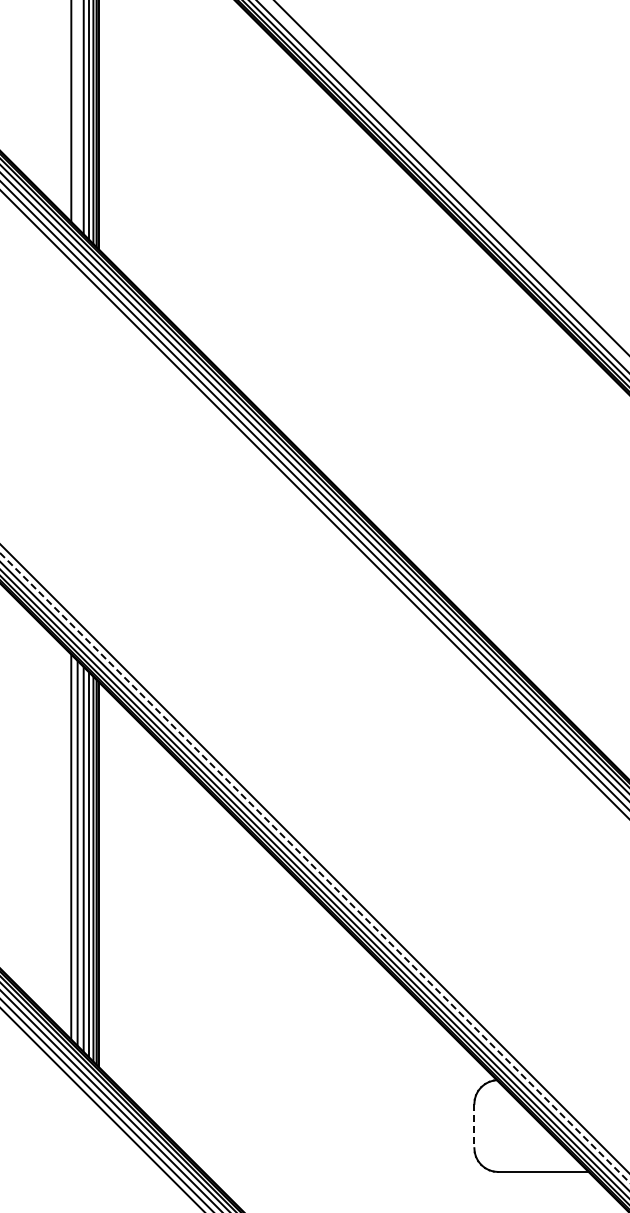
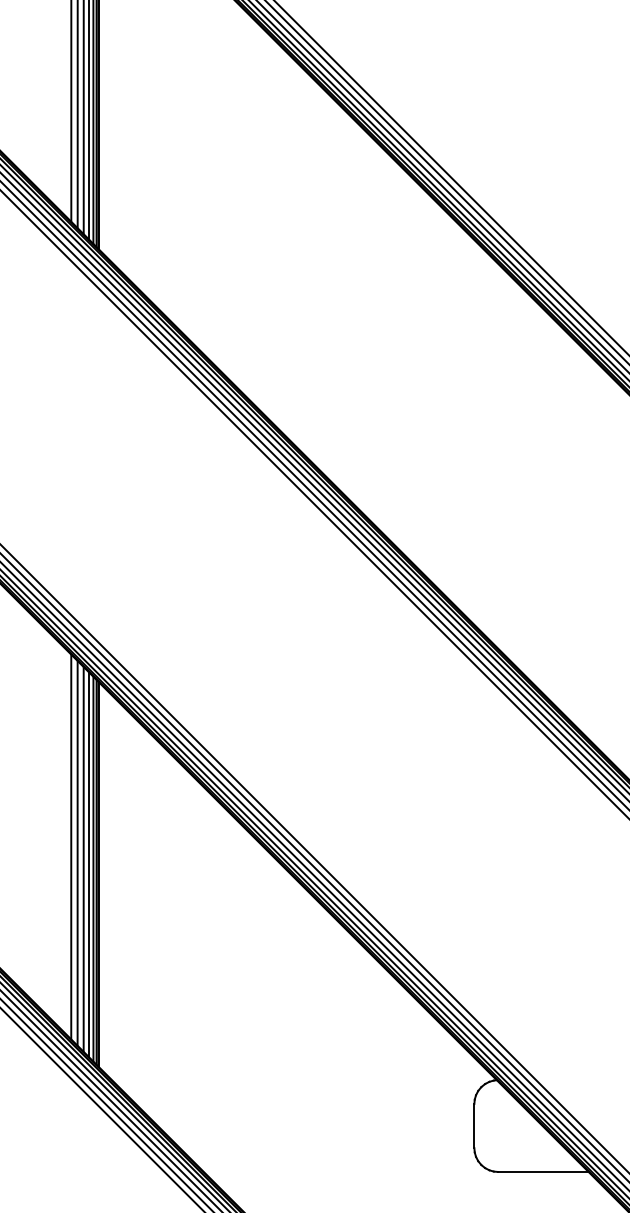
line at (77, 115): none -> present
line at (446, 181): none -> present
line at (315, 868): dashed -> solid
line at (474, 1126): dashed -> solid
